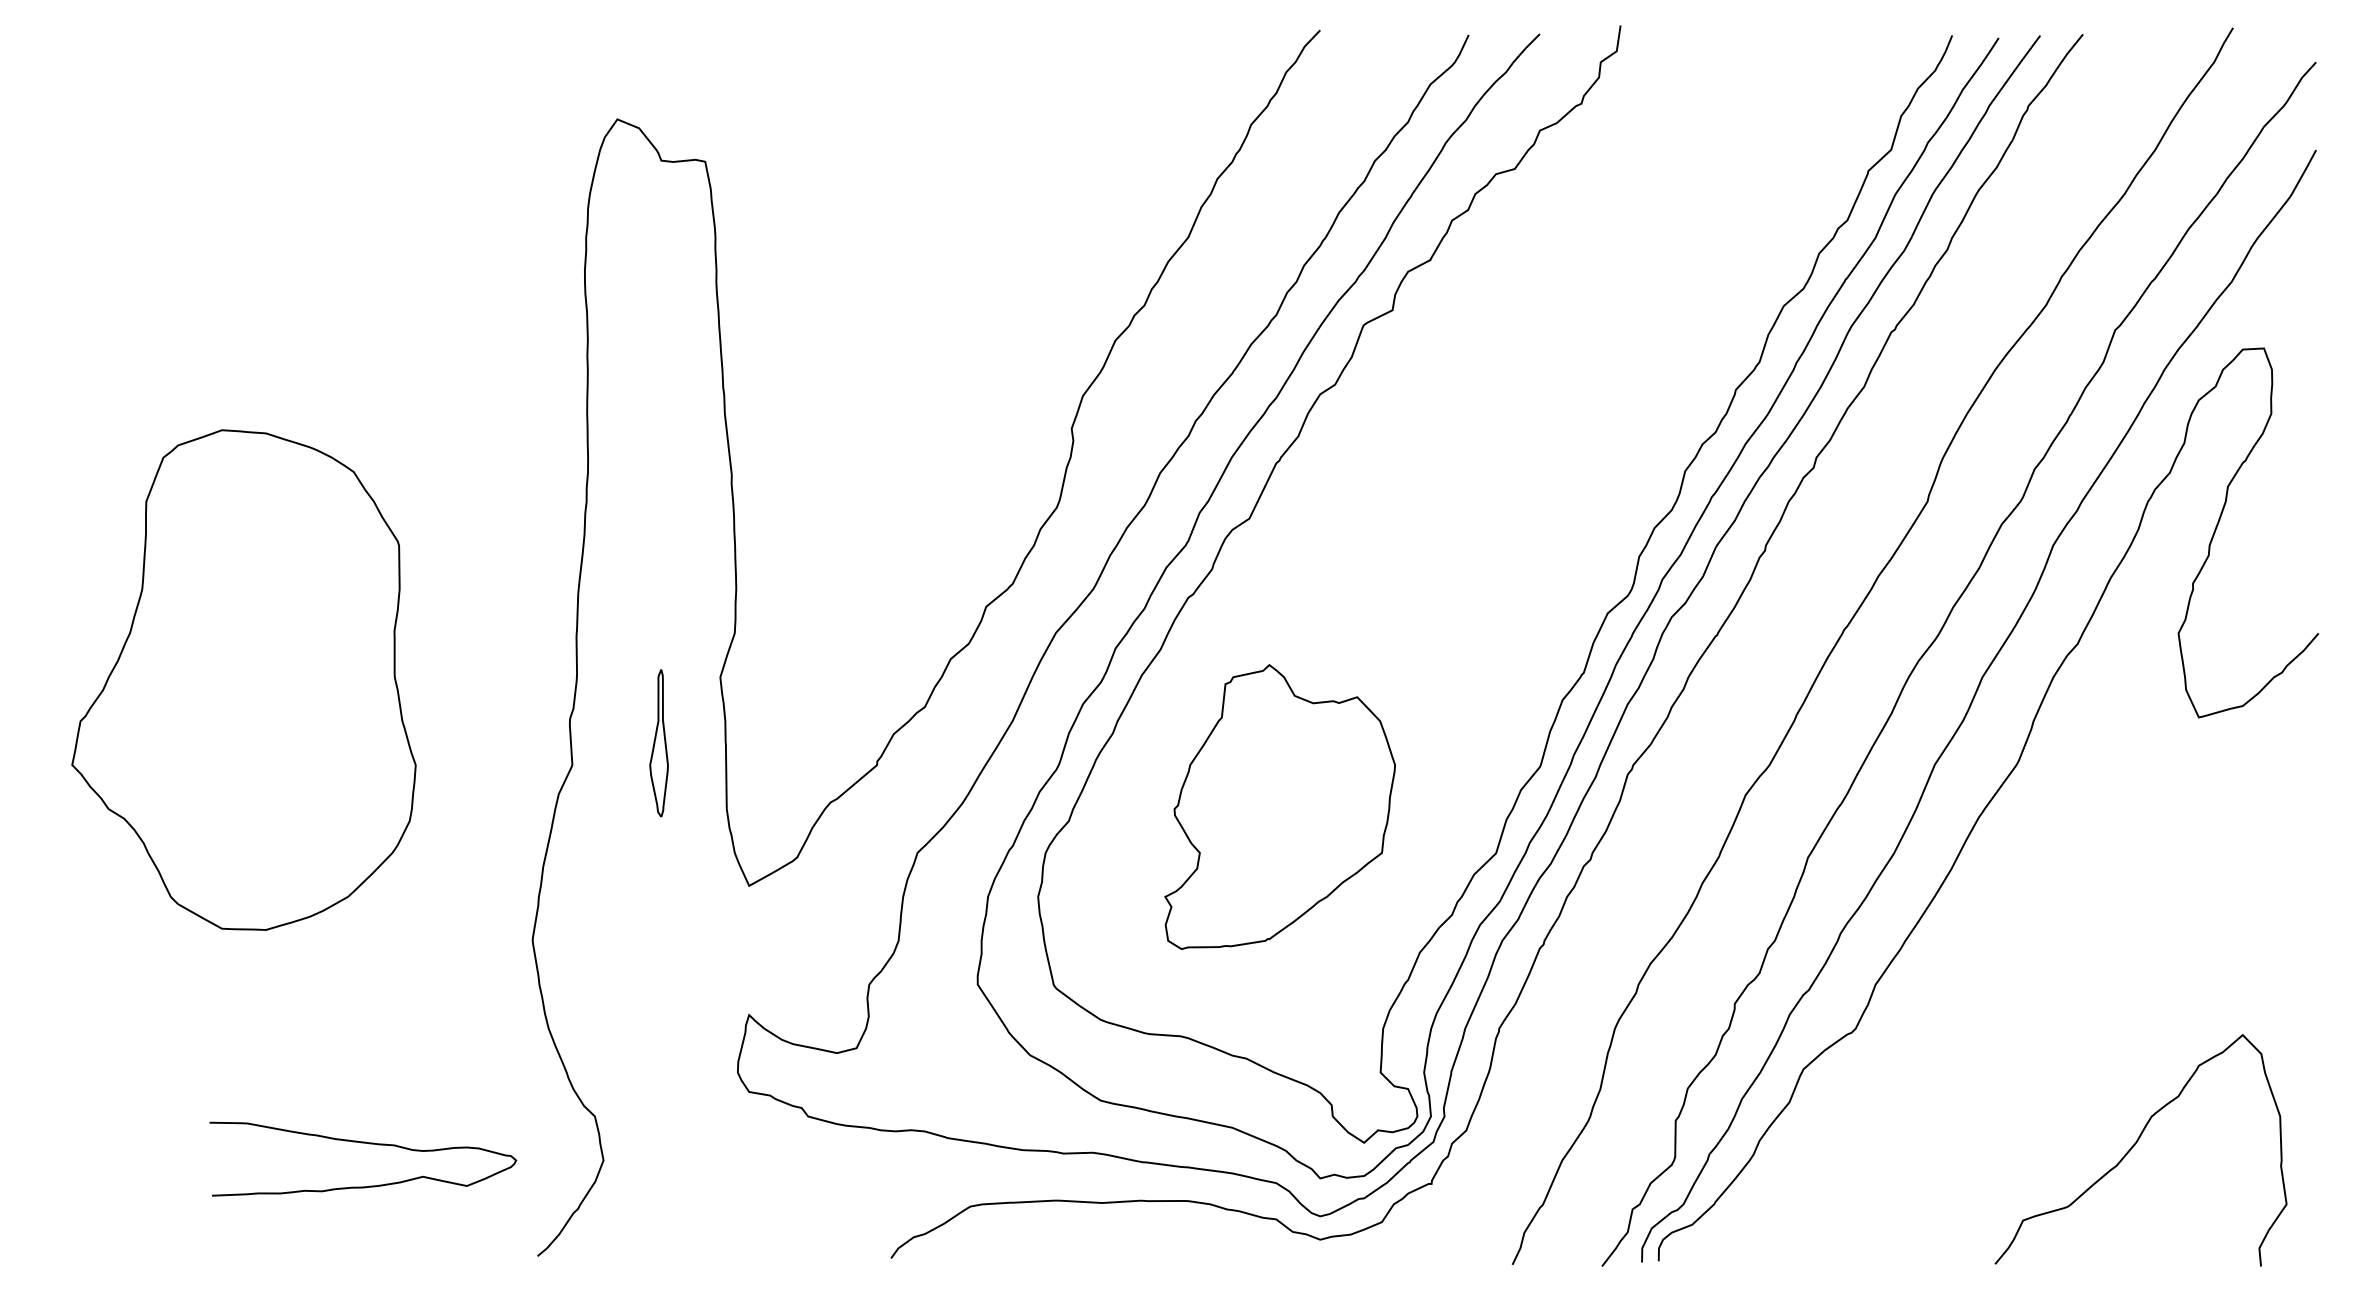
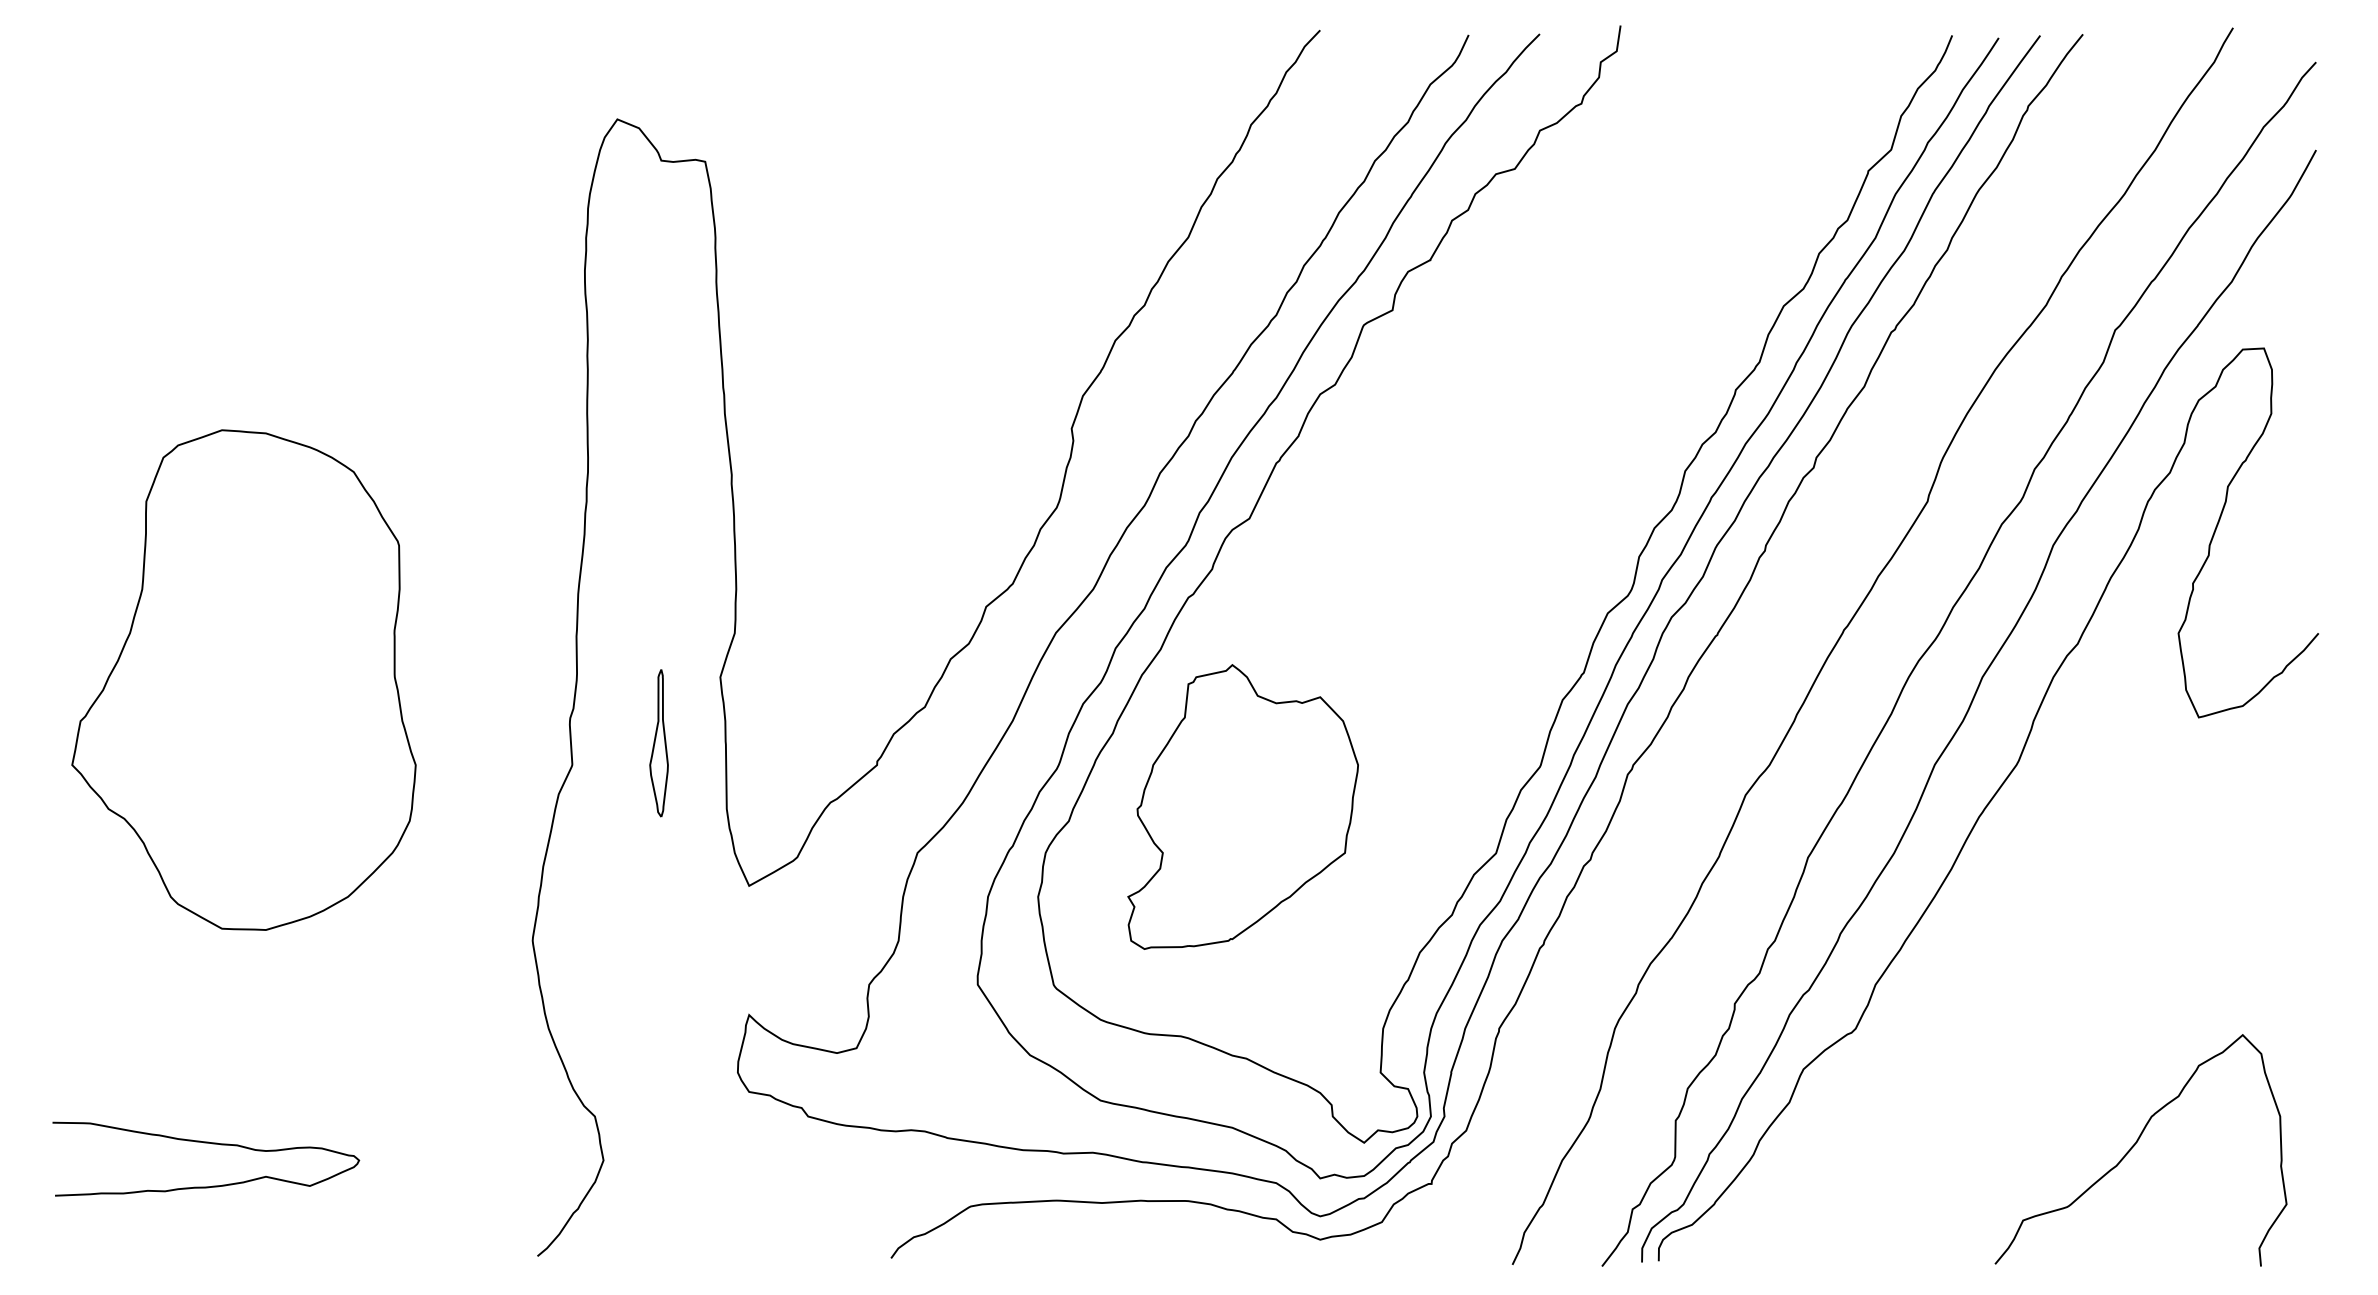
part at (1279, 806) position: (1279, 806) -> (1242, 806)
curve at (363, 1143) position: (363, 1143) -> (206, 1143)
